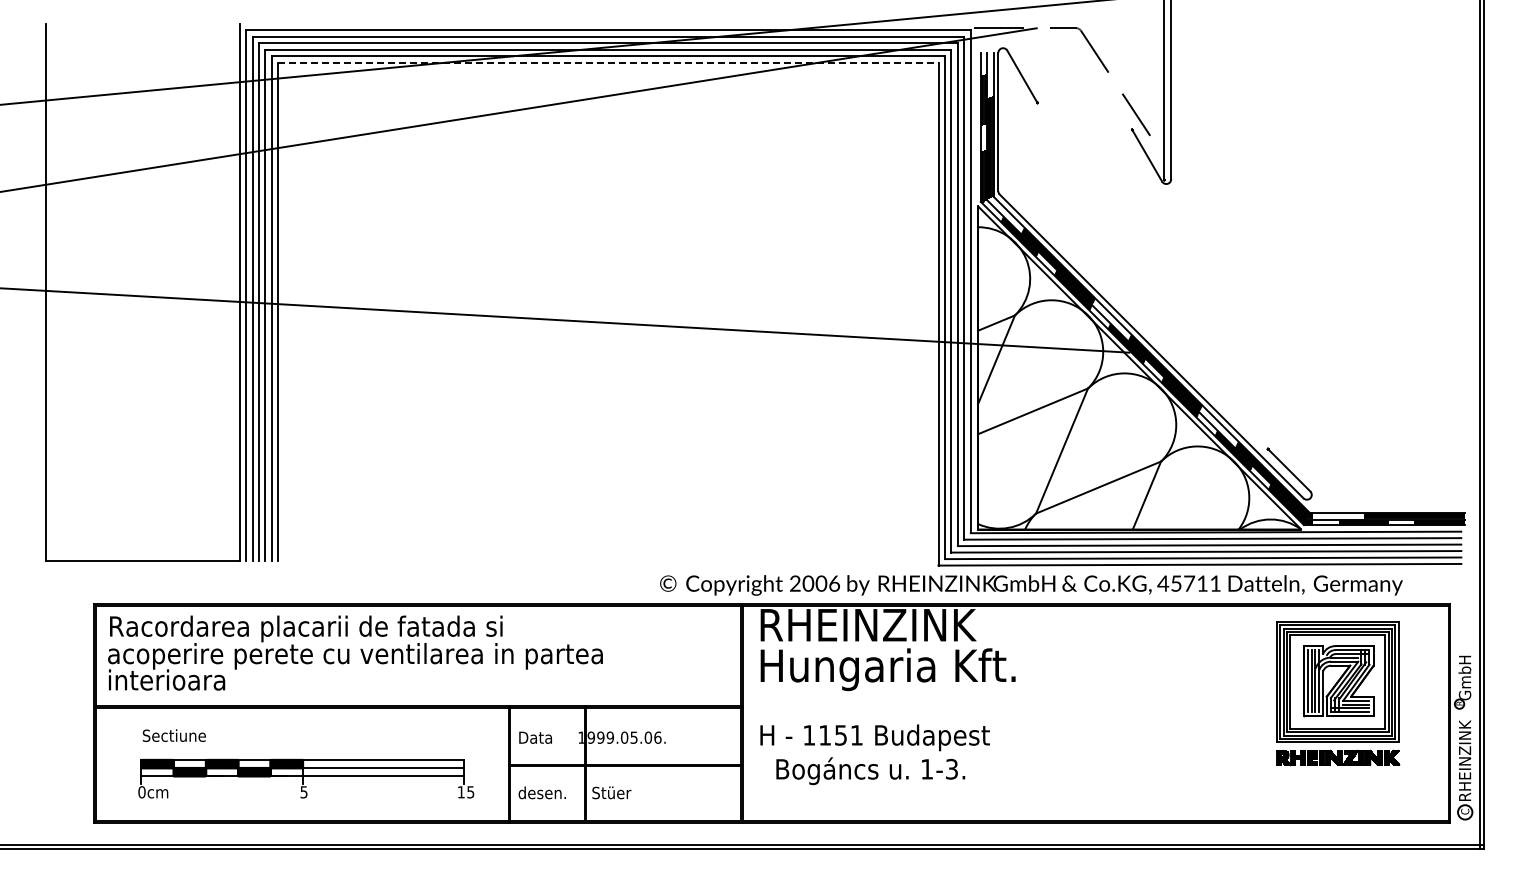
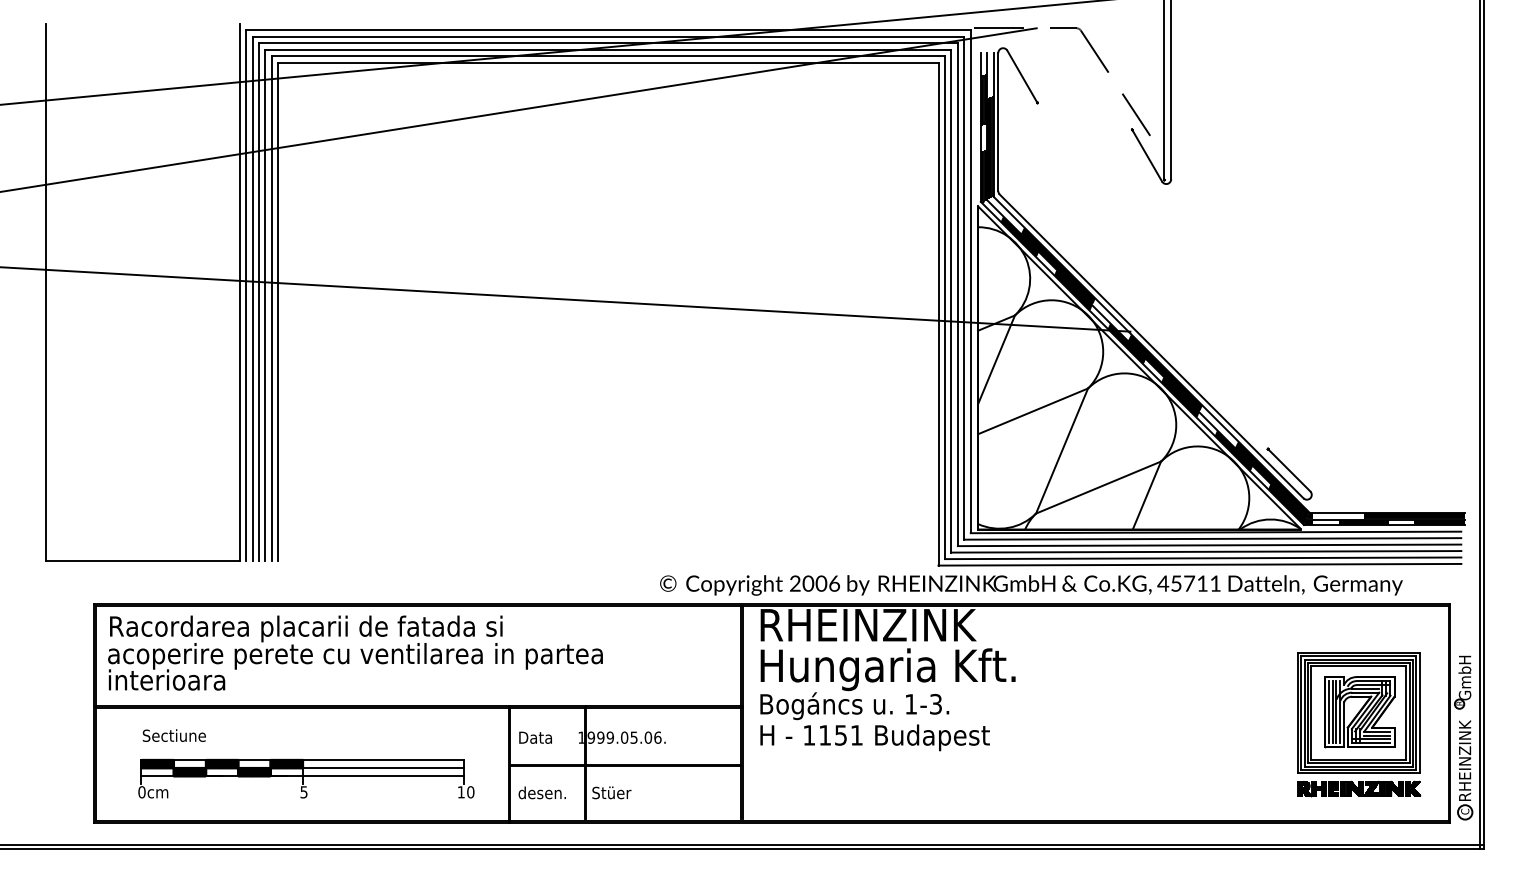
line at (608, 62): dashed -> solid
line at (565, 320) position: (565, 320) -> (566, 299)
part at (1338, 693) position: (1338, 693) -> (1359, 724)
text at (870, 771) position: (870, 771) -> (854, 706)
text at (470, 792): 15 -> 10
